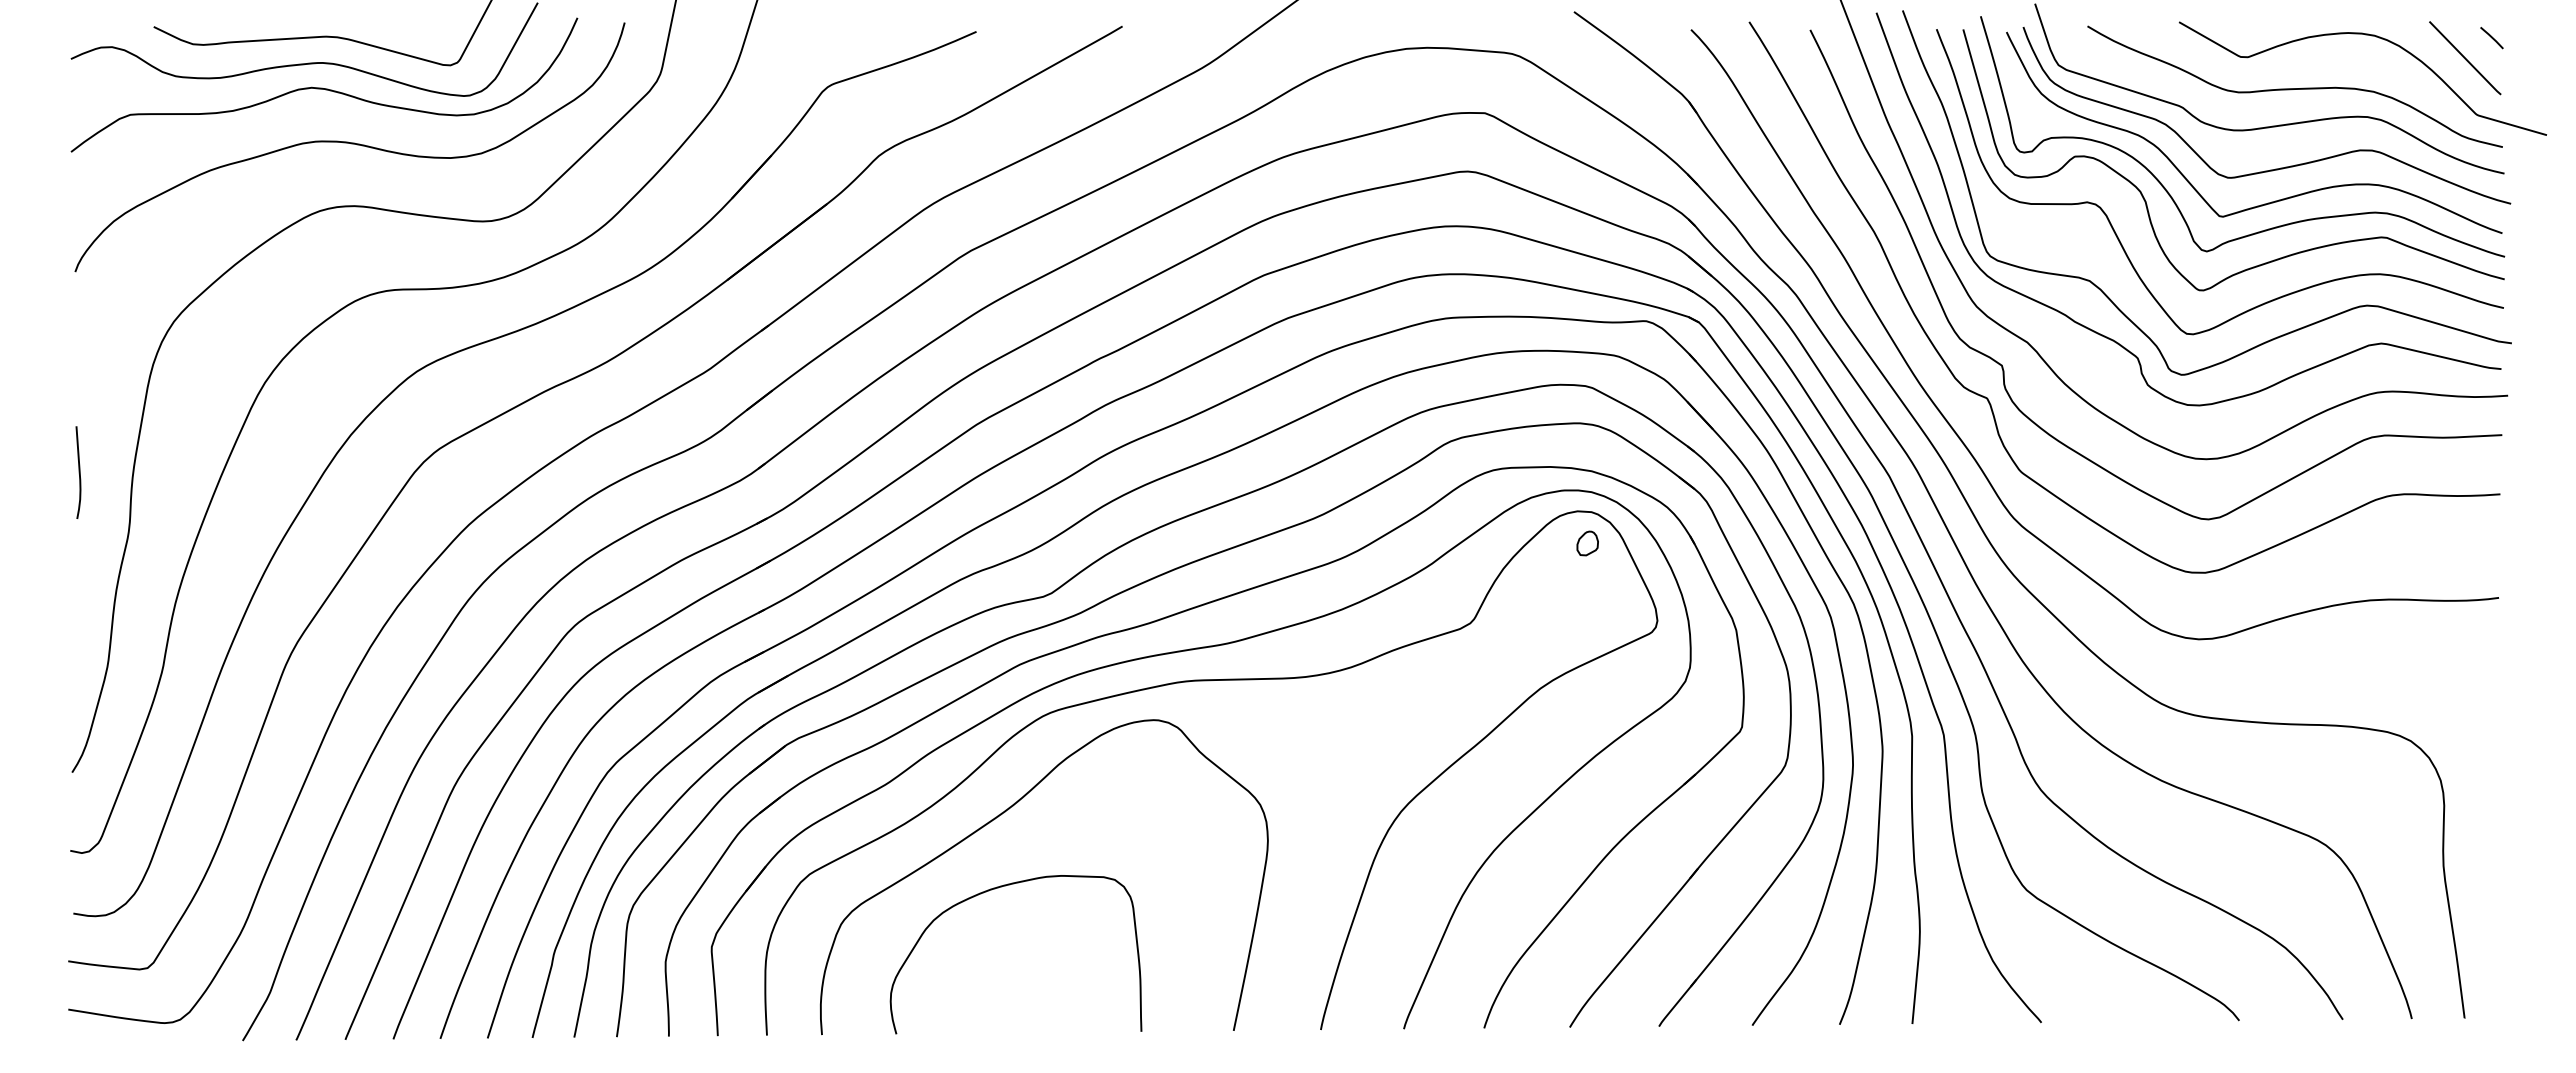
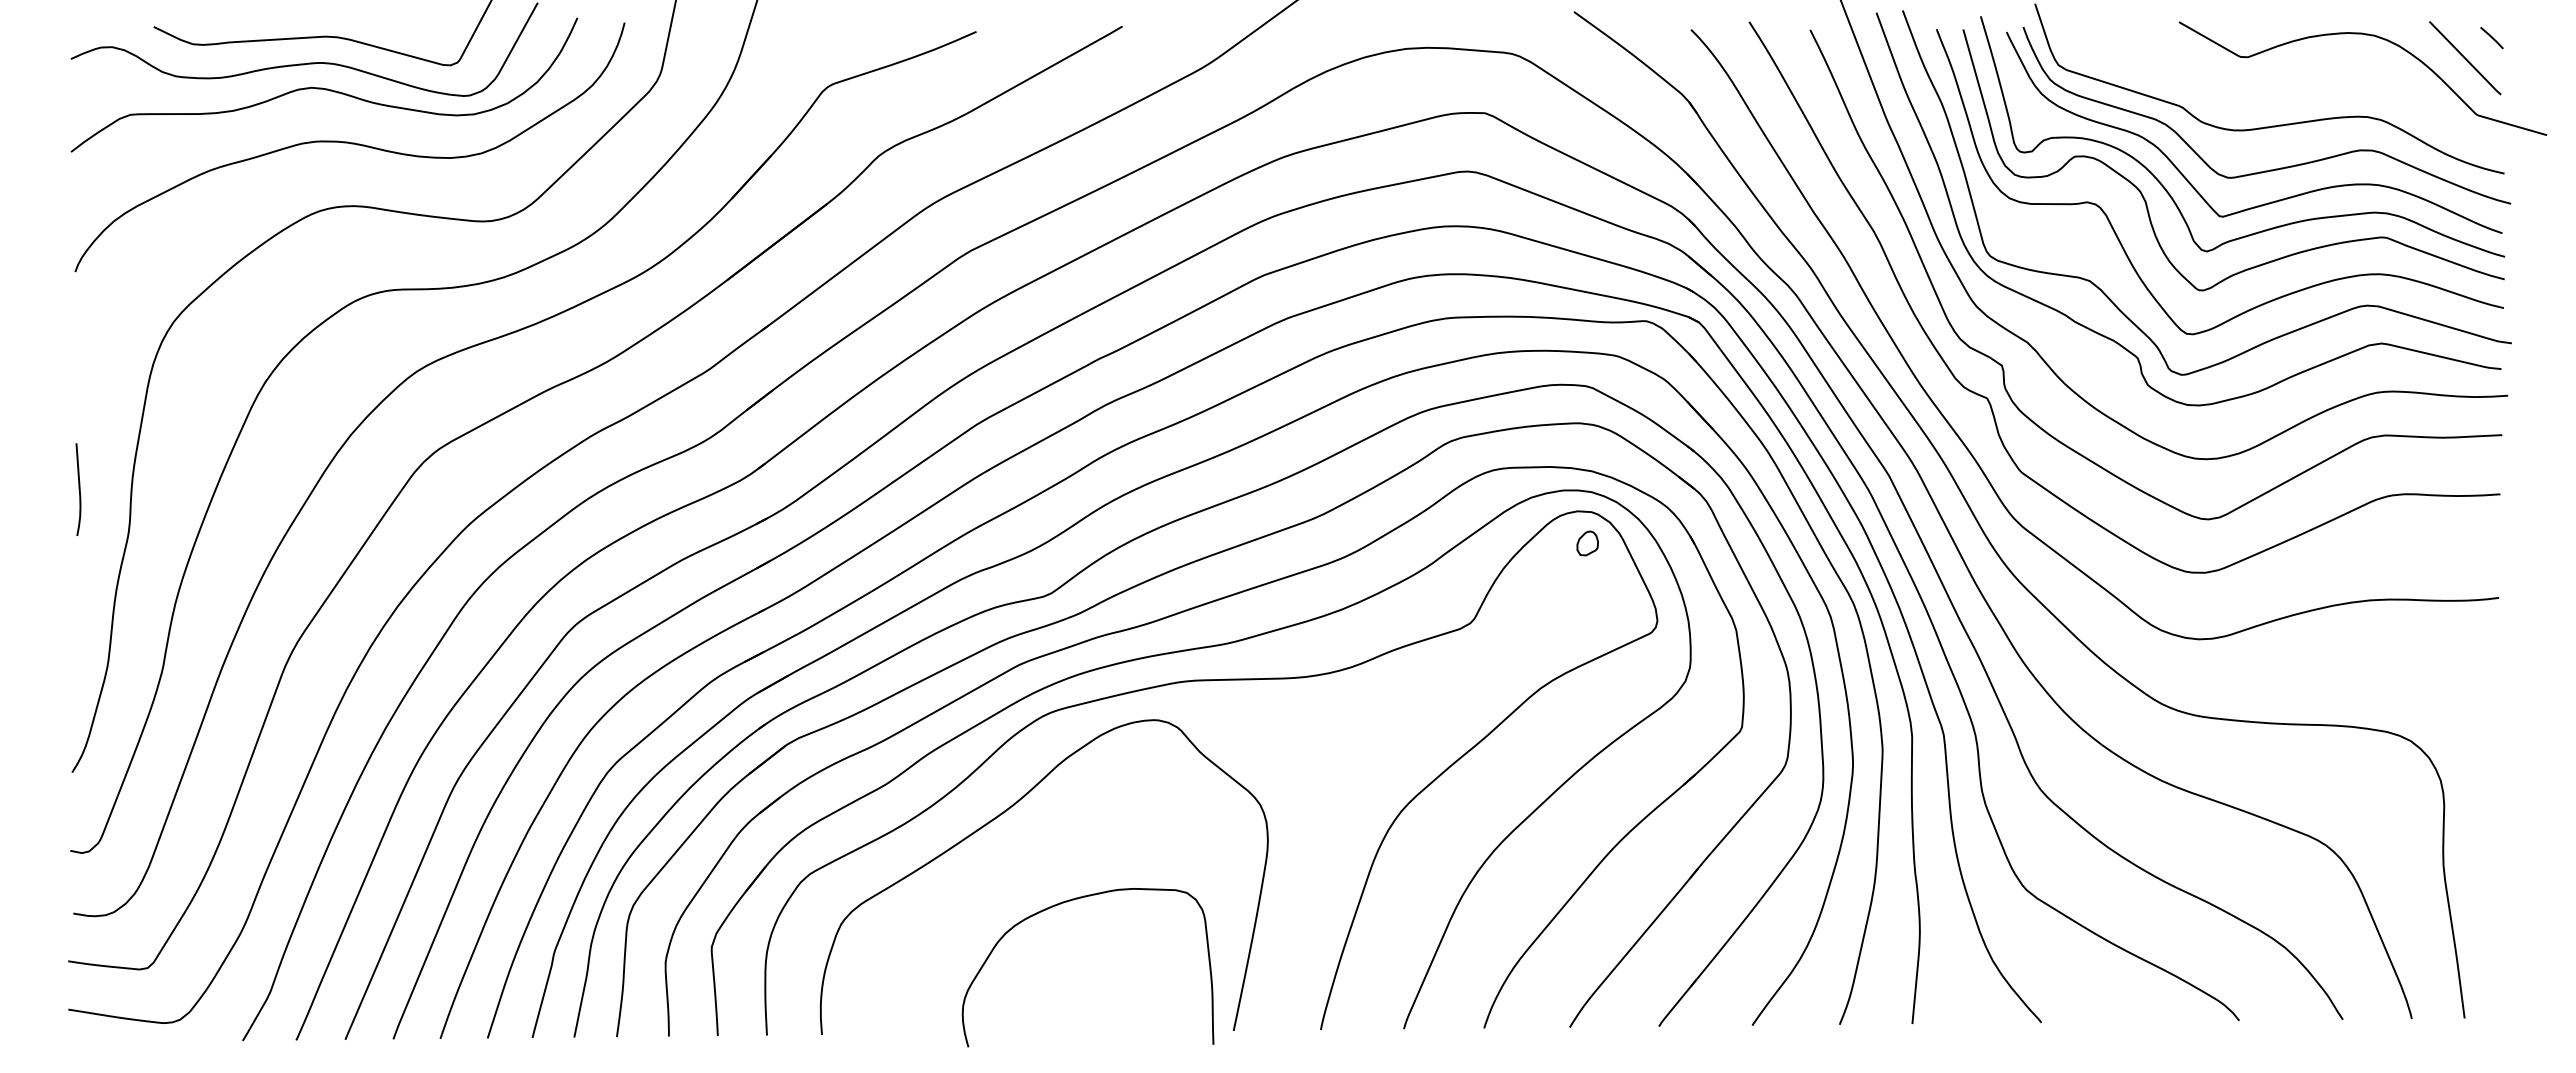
curve at (2294, 88): present -> none
curve at (78, 472) position: (78, 472) -> (78, 489)
curve at (995, 889) position: (995, 889) -> (1067, 902)
